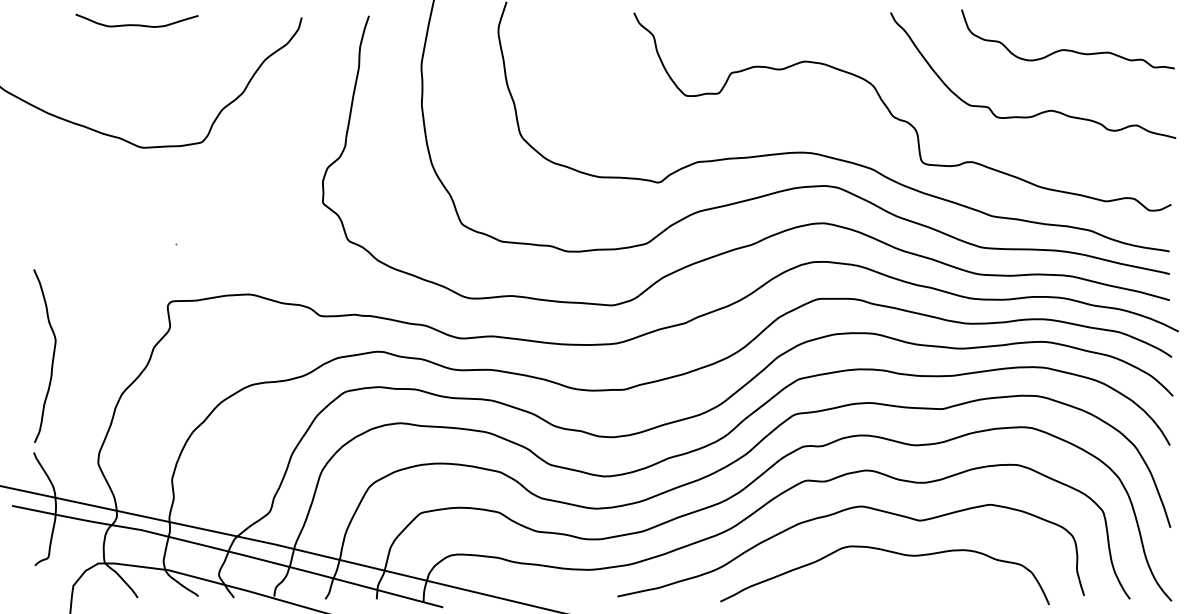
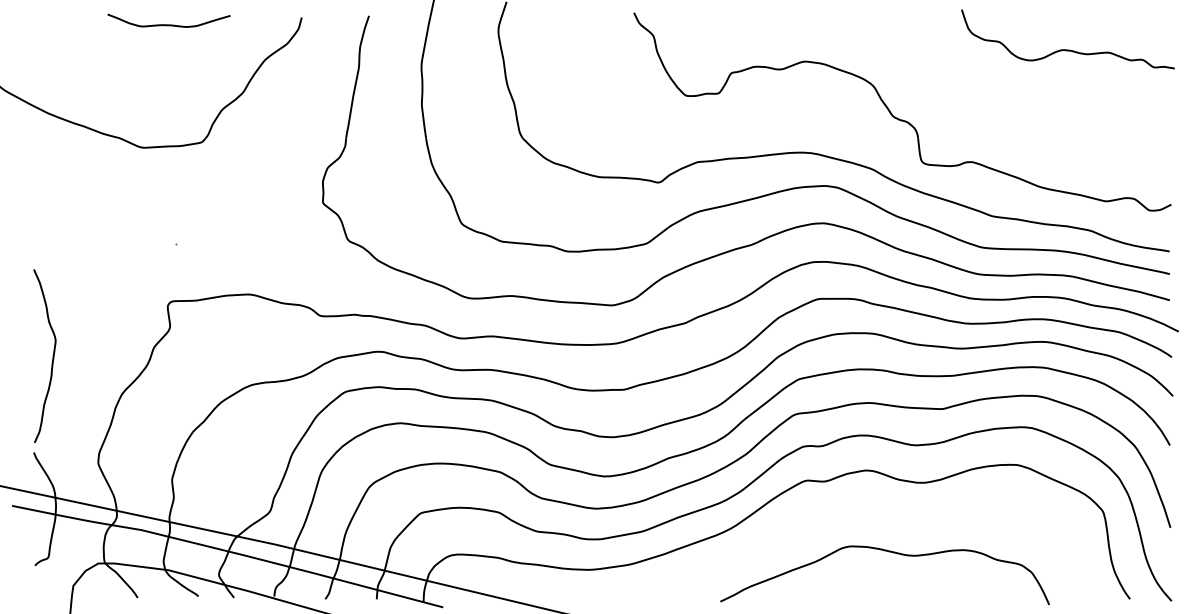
curve at (136, 24) position: (136, 24) -> (168, 24)
curve at (1045, 110): present -> none
curve at (838, 513): present -> none
